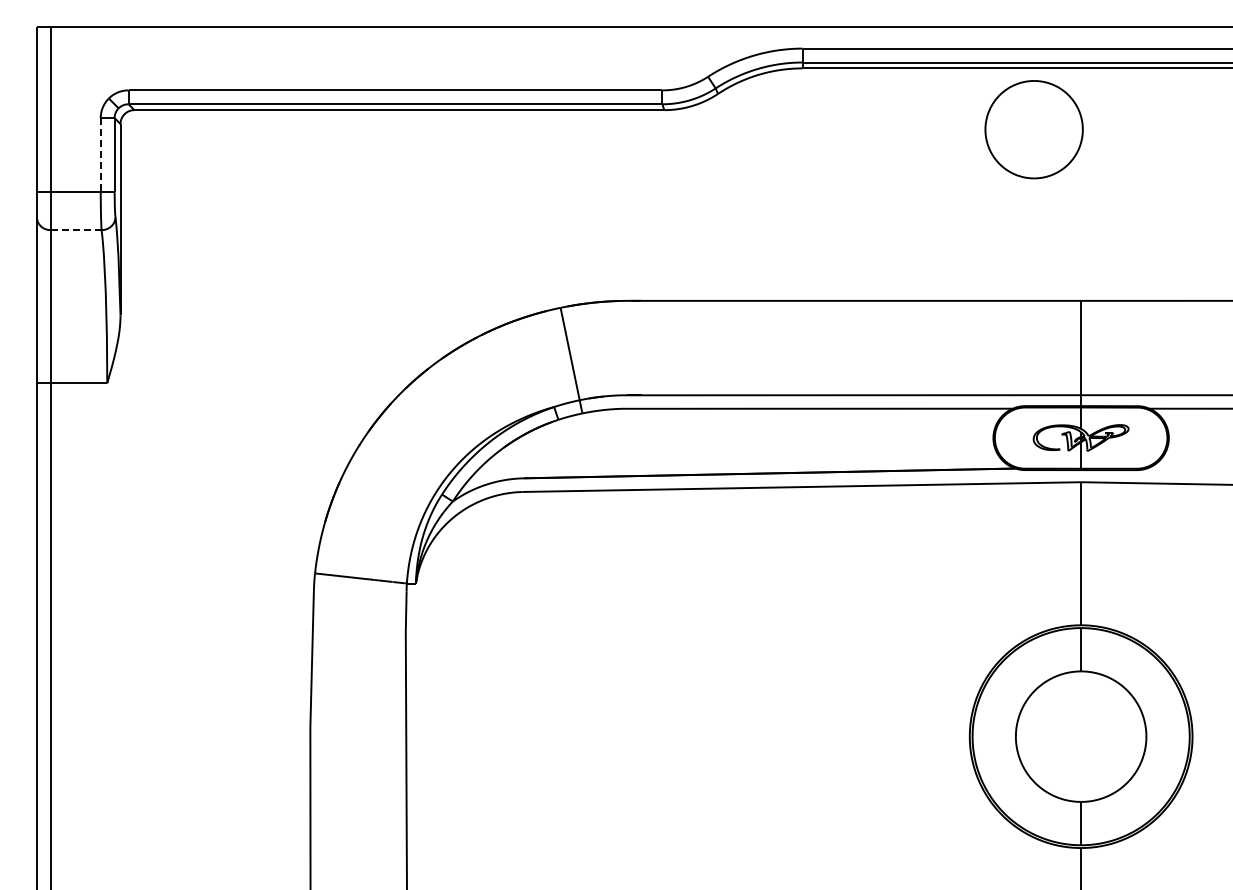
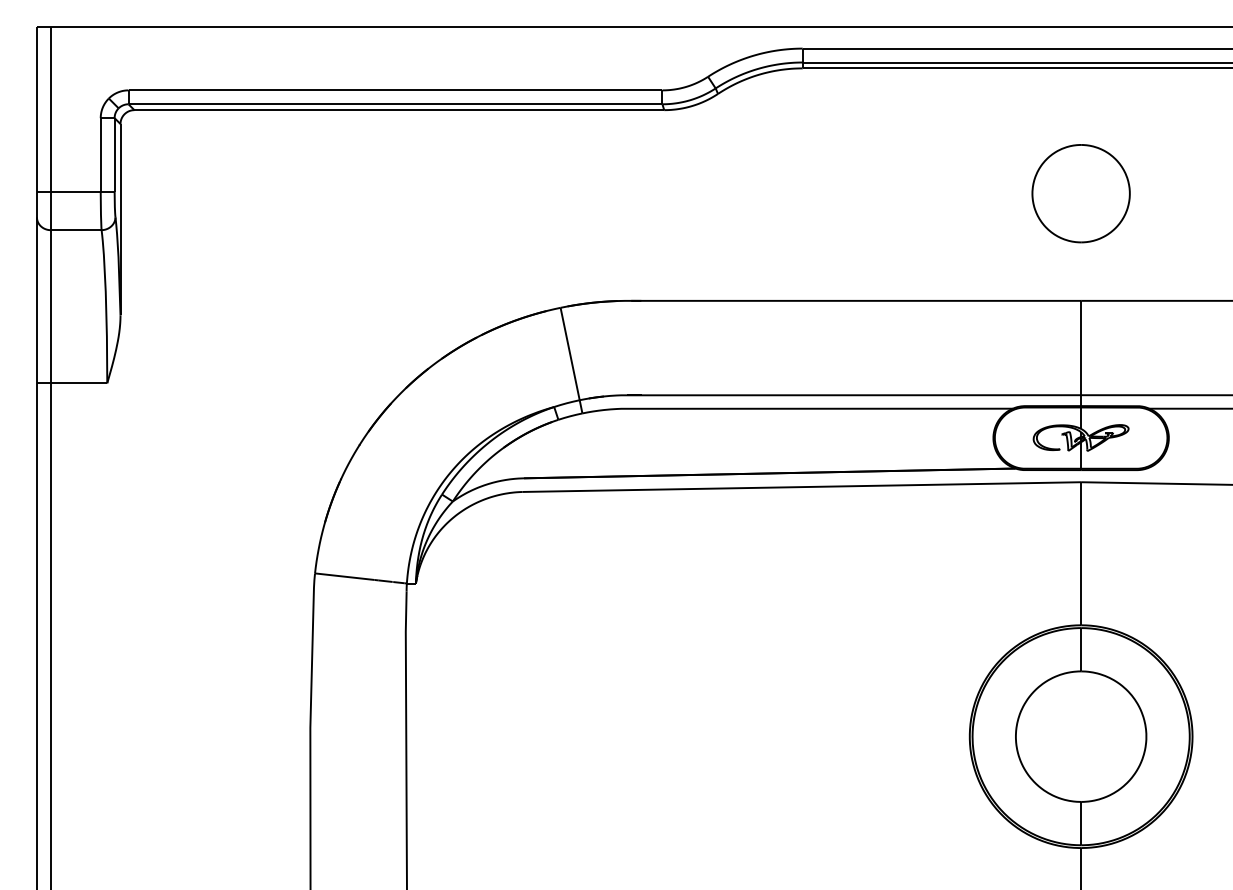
part at (1033, 129) position: (1033, 129) -> (1080, 193)
line at (100, 155): dashed -> solid
line at (76, 230): dashed -> solid
